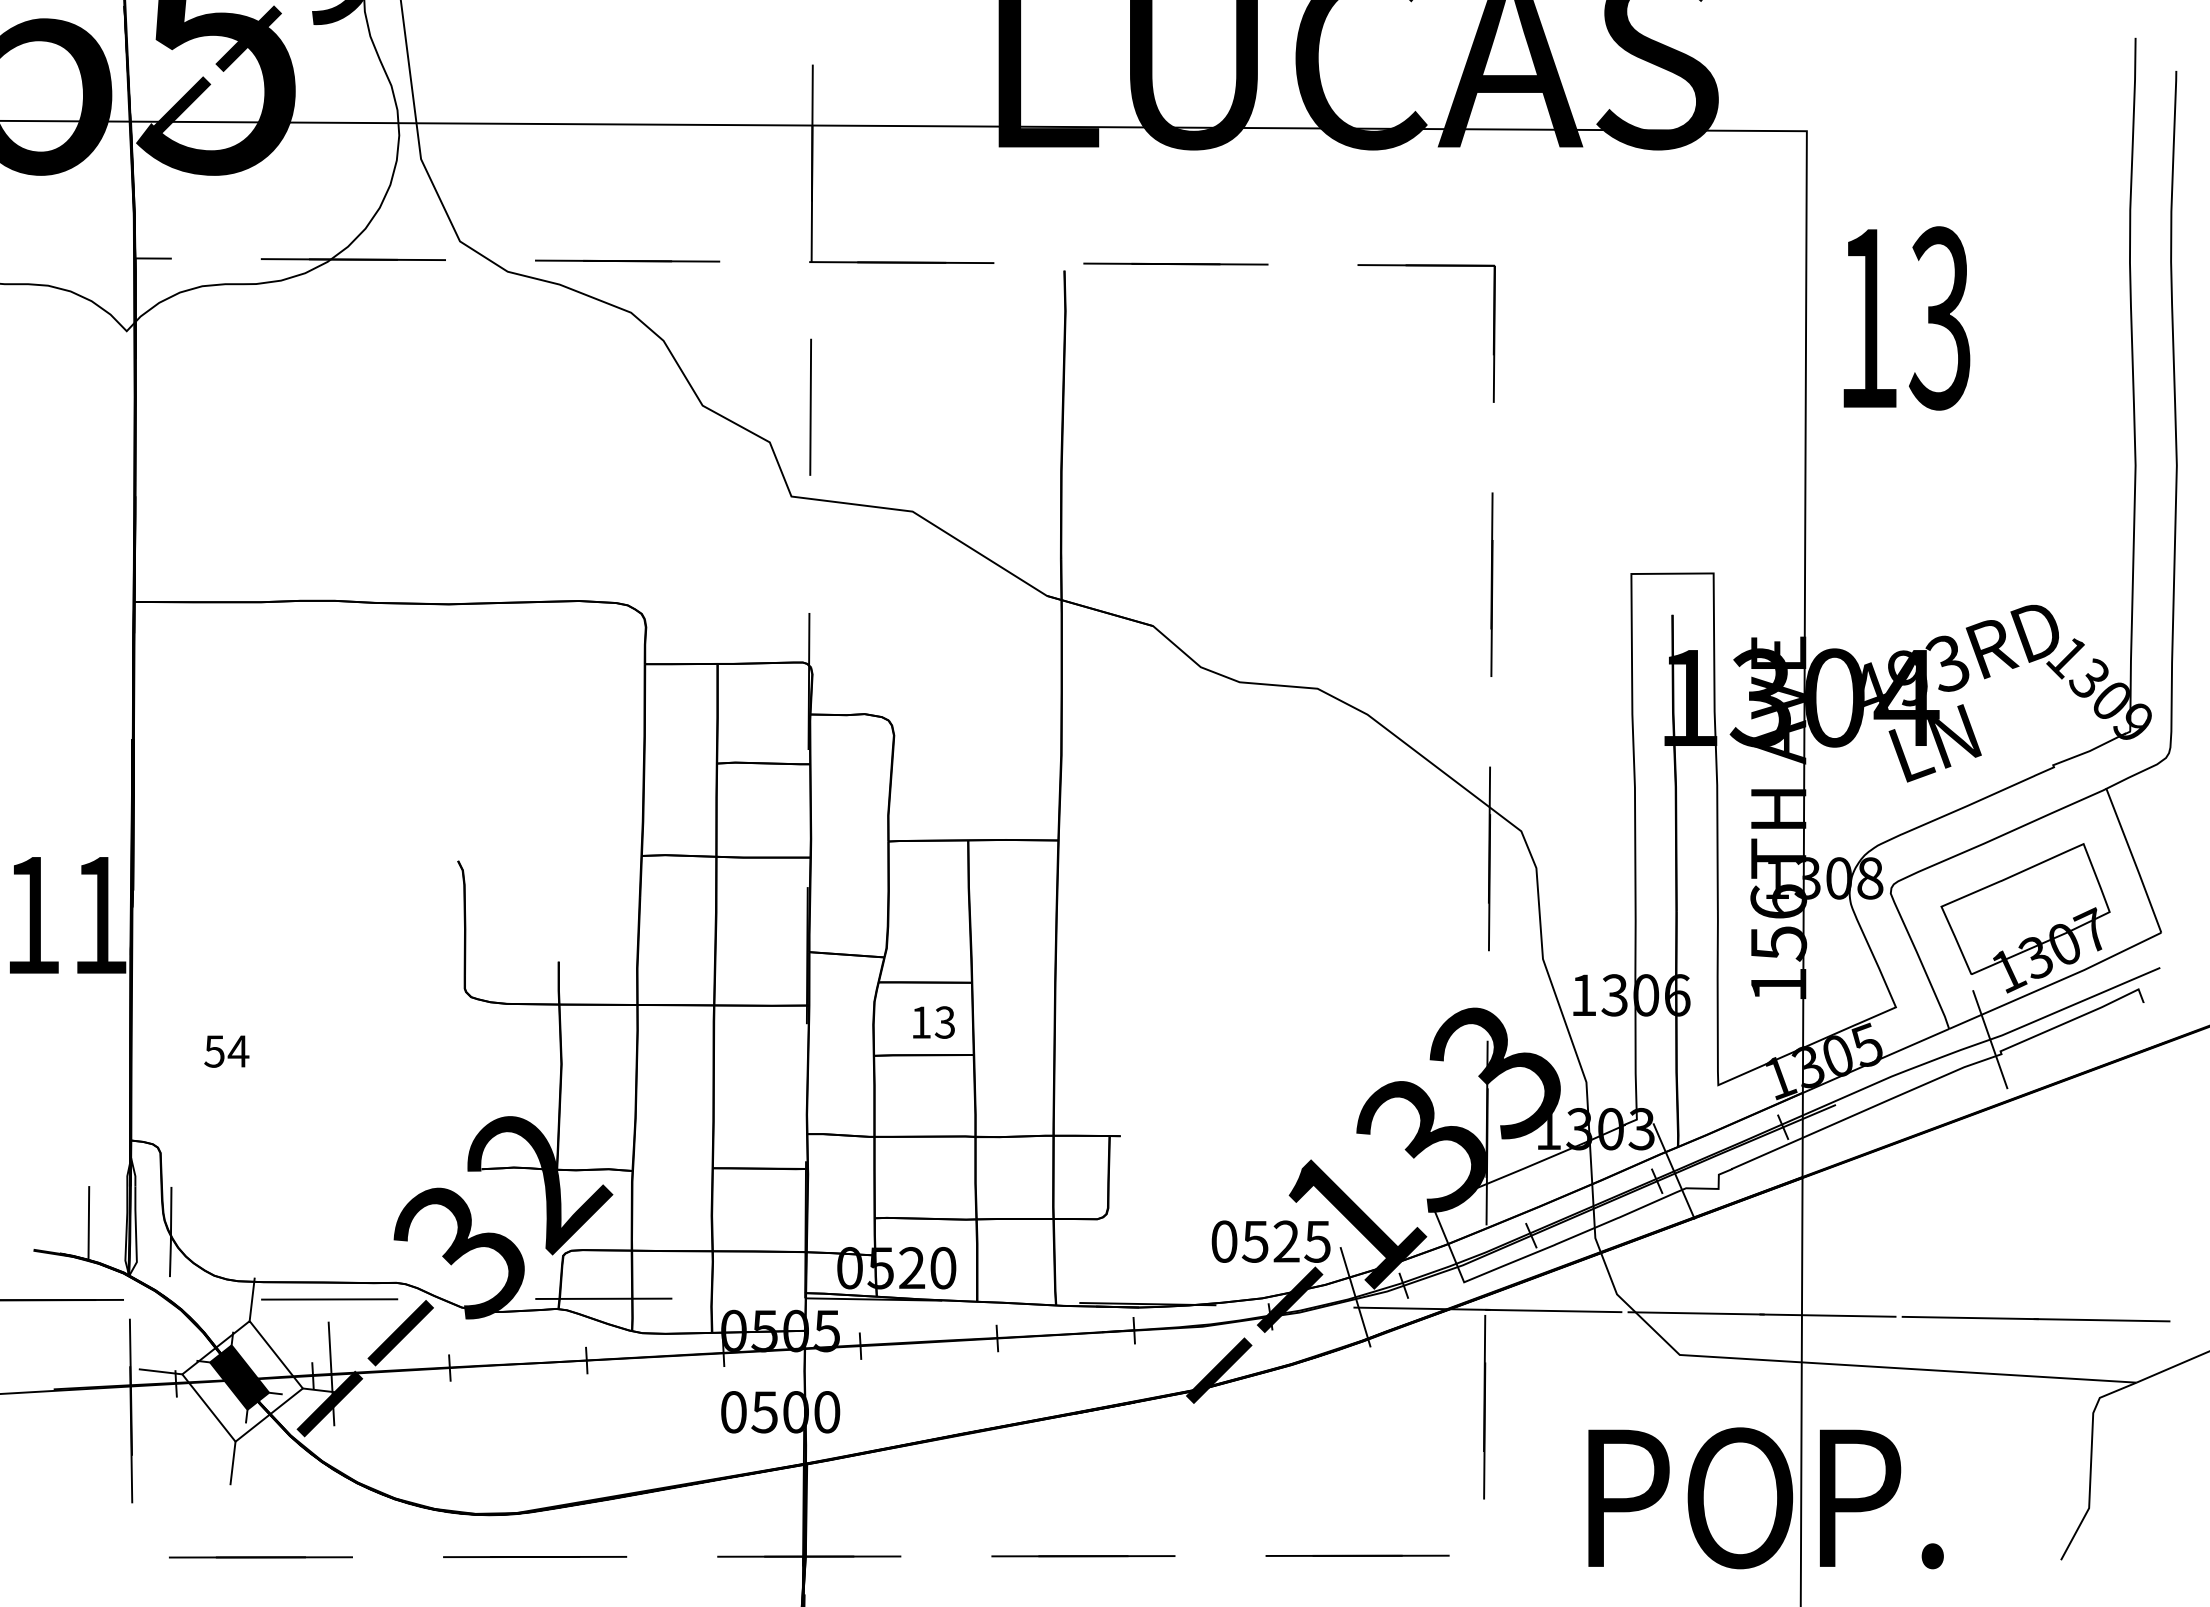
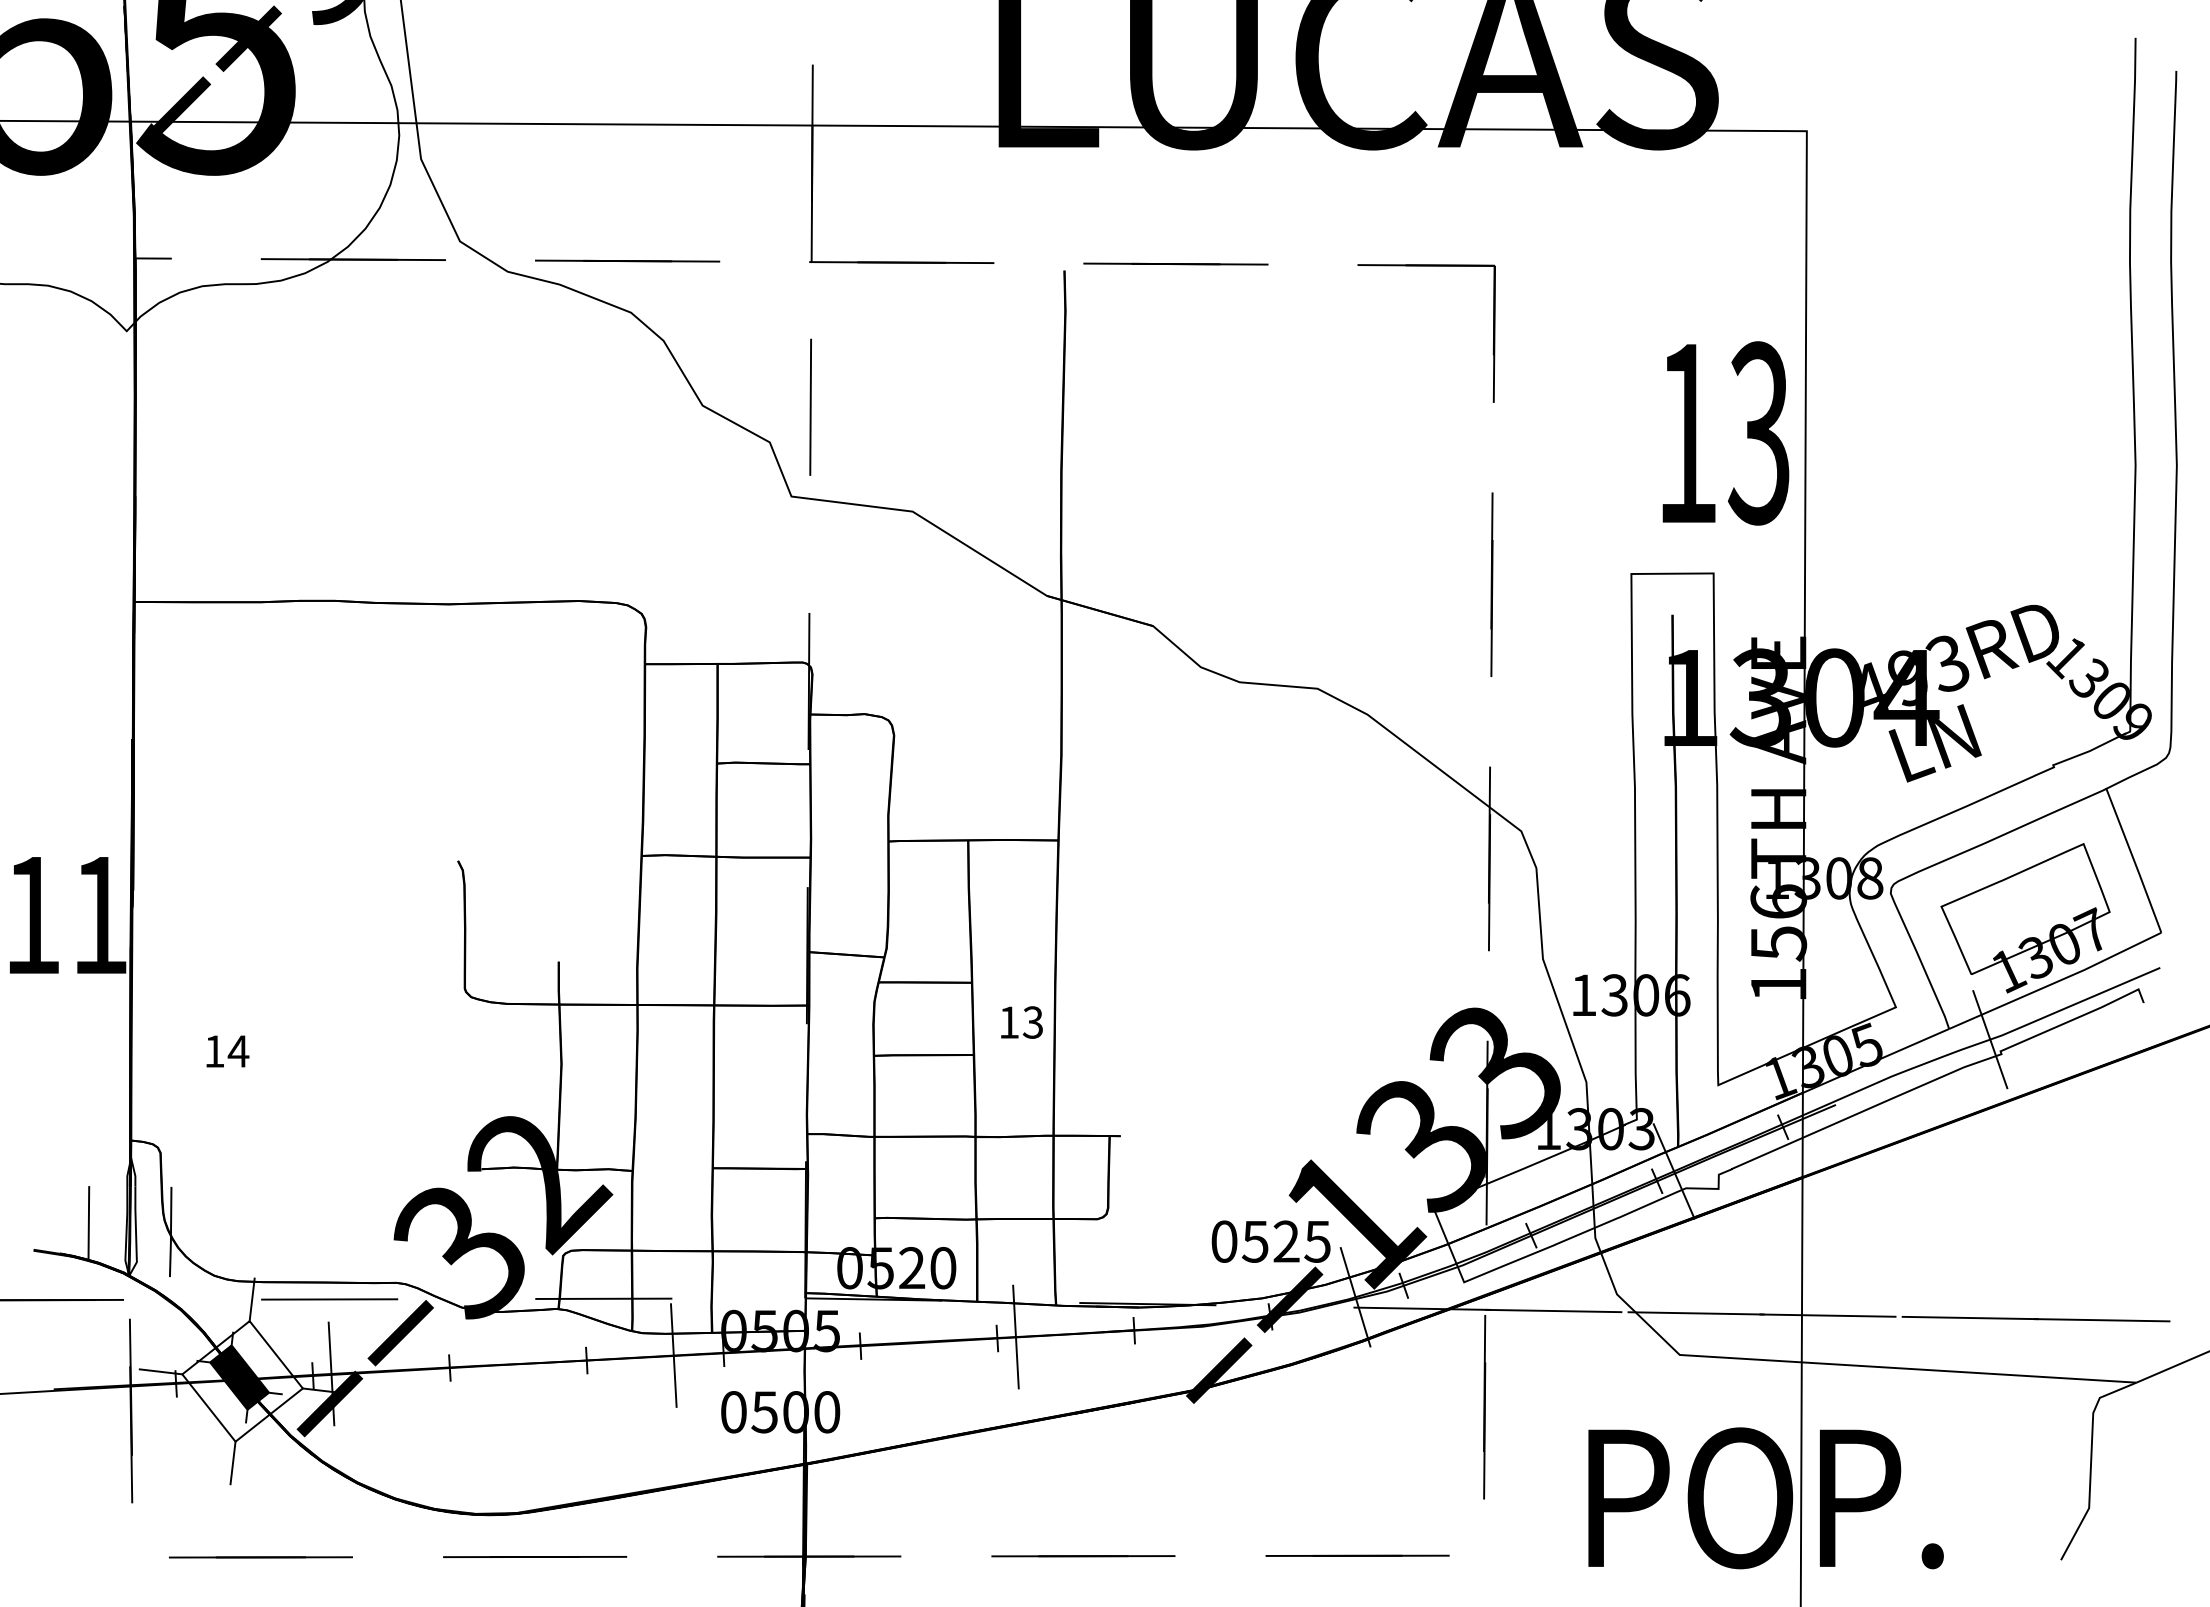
text at (1906, 318) position: (1906, 318) -> (1725, 433)
text at (933, 1022) position: (933, 1022) -> (1021, 1022)
text at (214, 1051): 54 -> 14
line at (1015, 1336): none -> present
line at (673, 1355): none -> present
